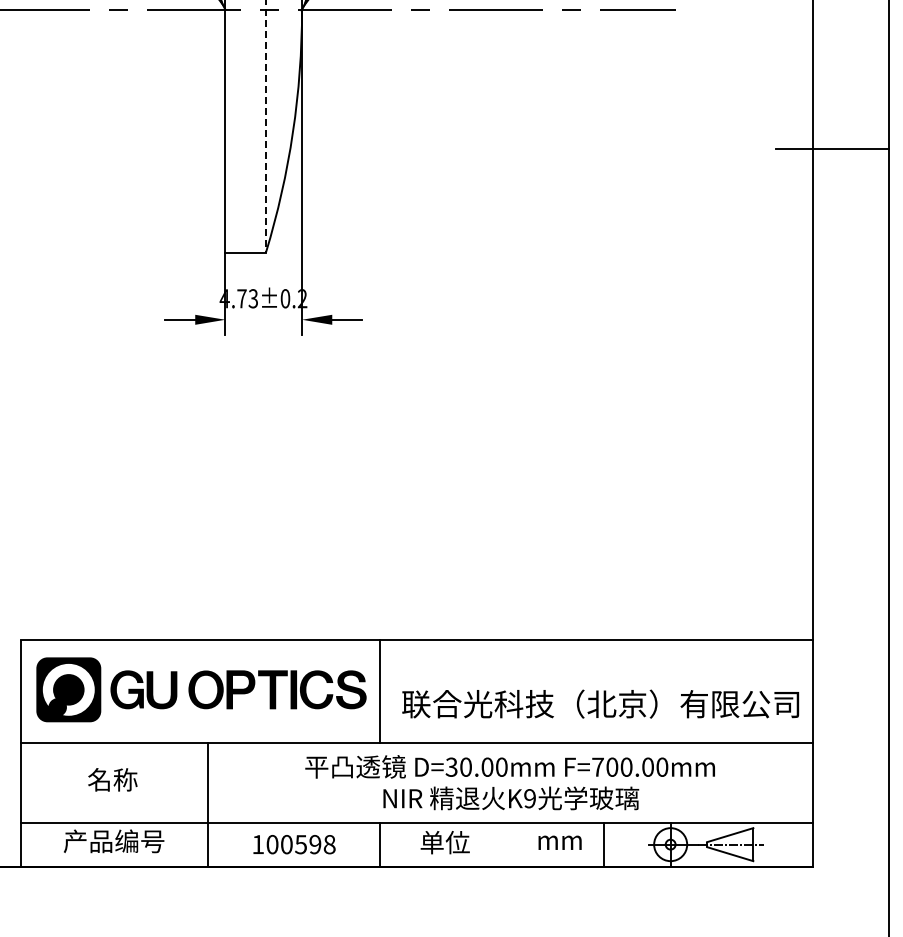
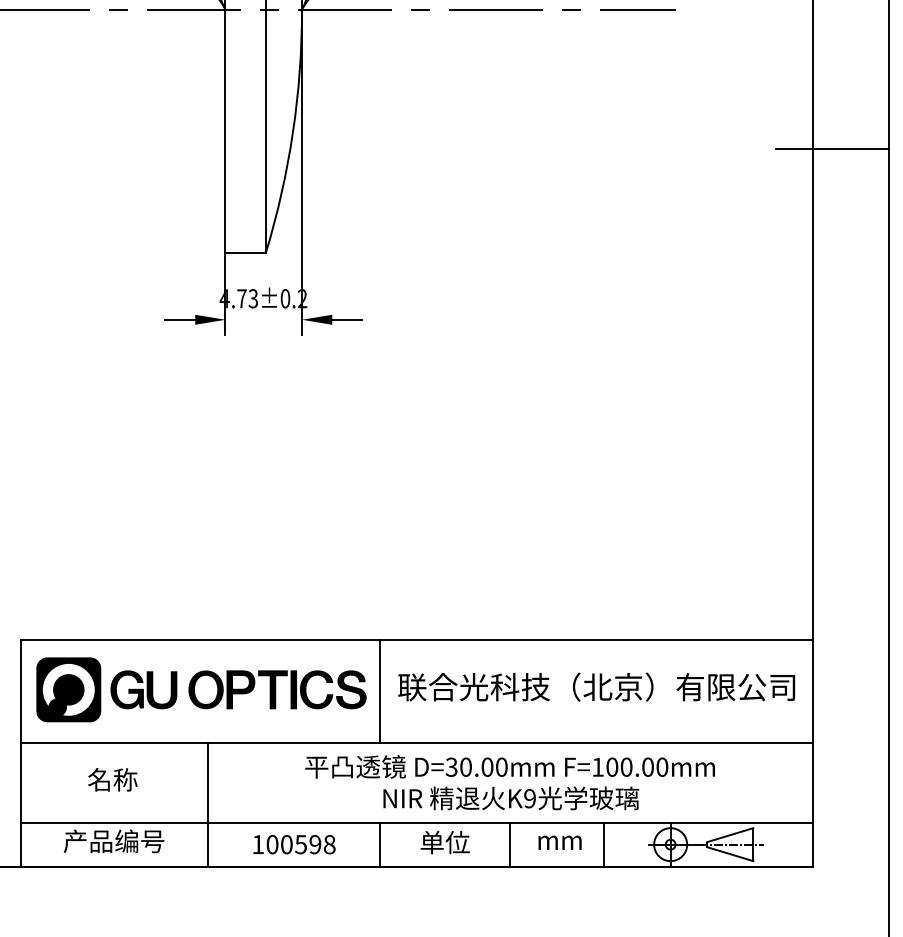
line at (265, 126): dashed -> solid
text at (600, 703) position: (600, 703) -> (596, 686)
text at (597, 766): F=700.00mm -> F=100.00mm
line at (509, 844): none -> present
